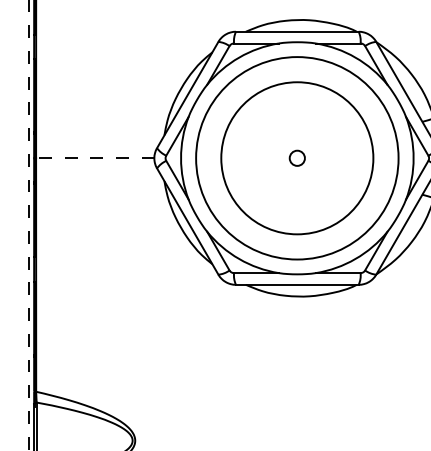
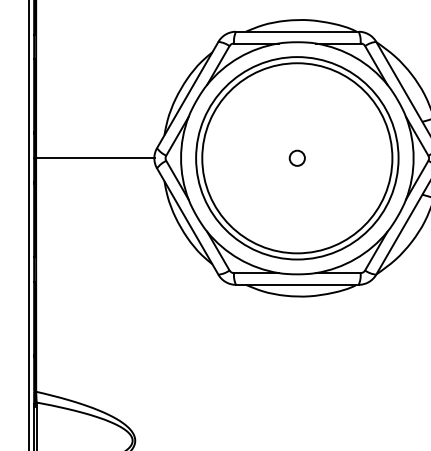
line at (94, 158): dashed -> solid
circle at (297, 158) diameter: 152 px -> 190 px
line at (29, 225): dashed -> solid
